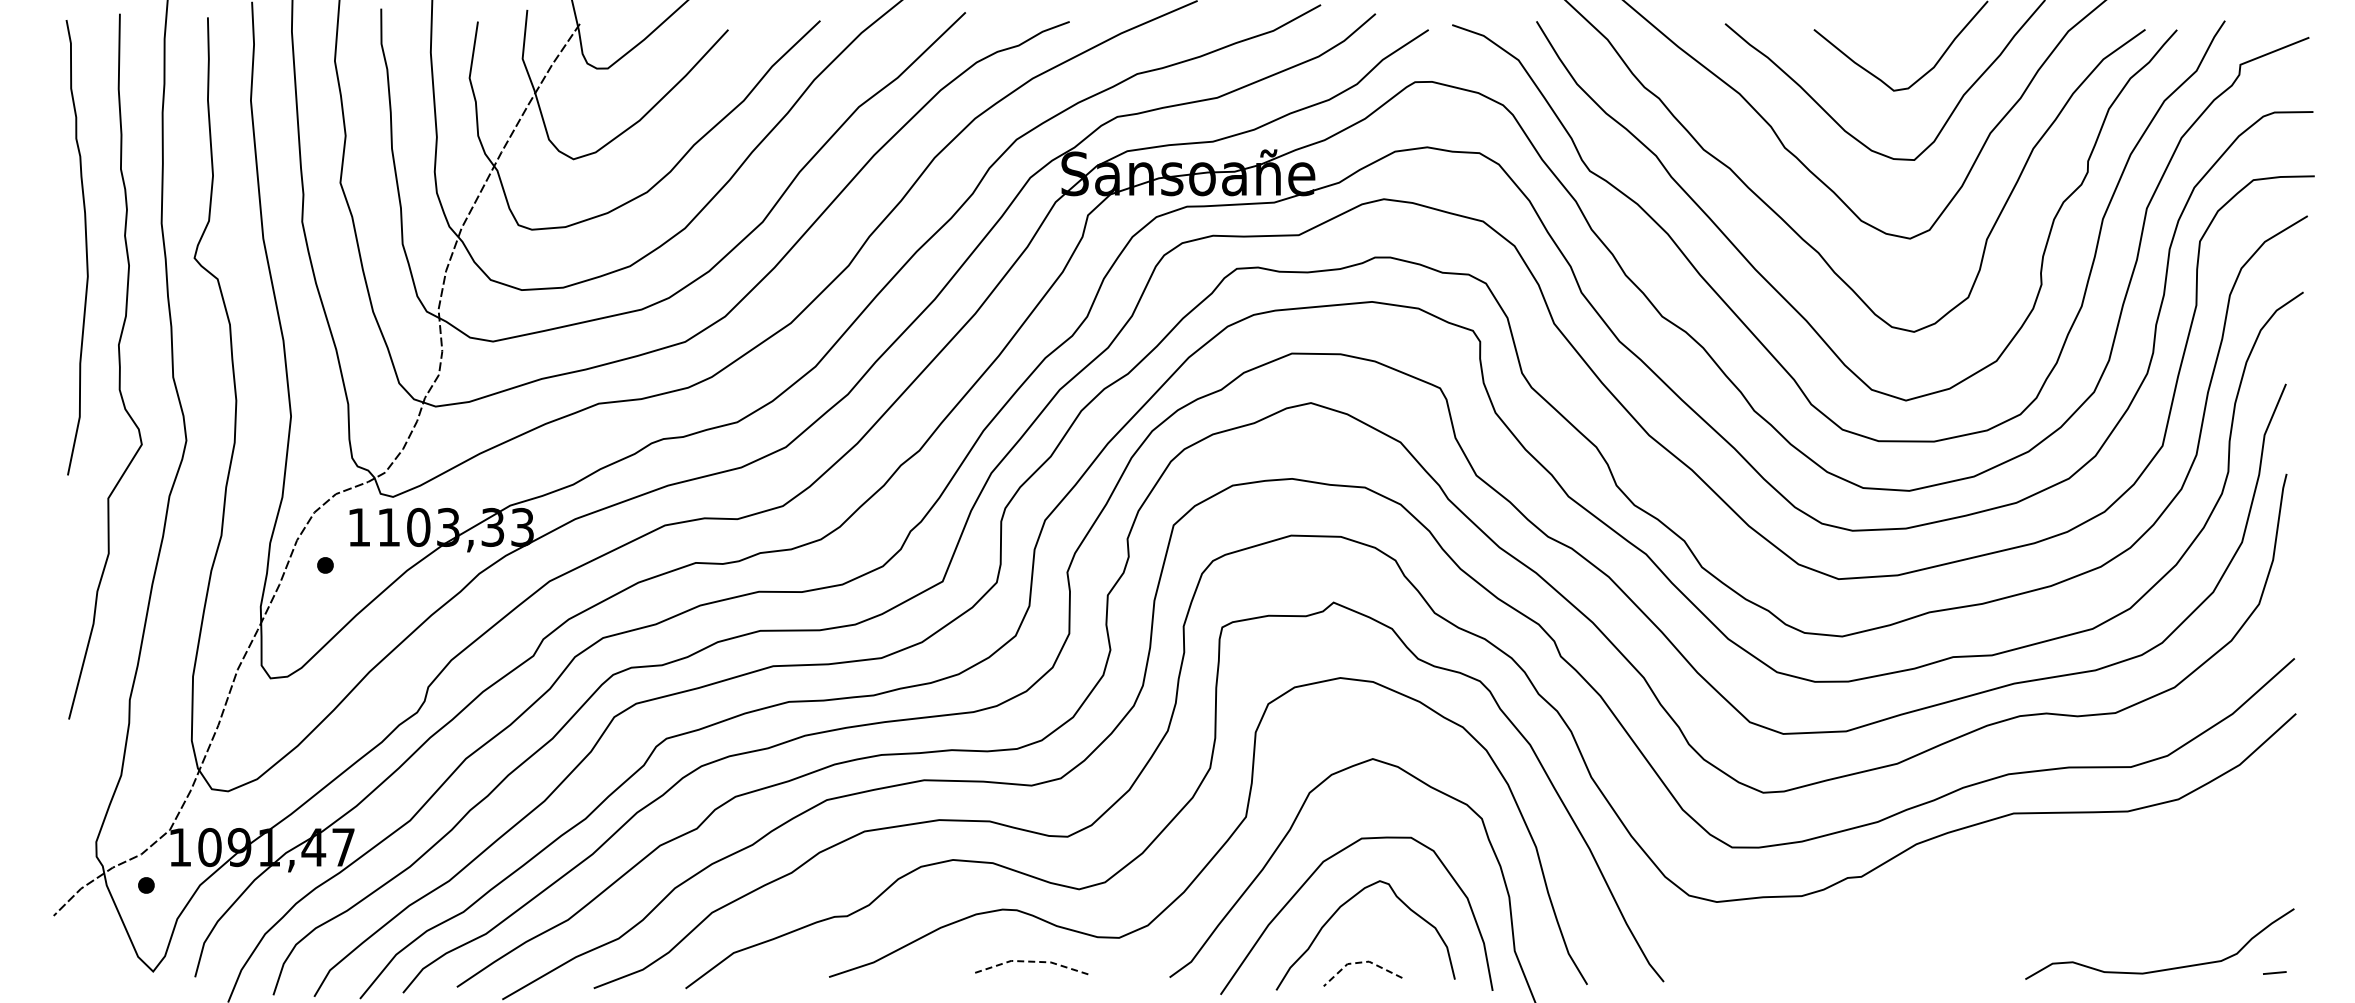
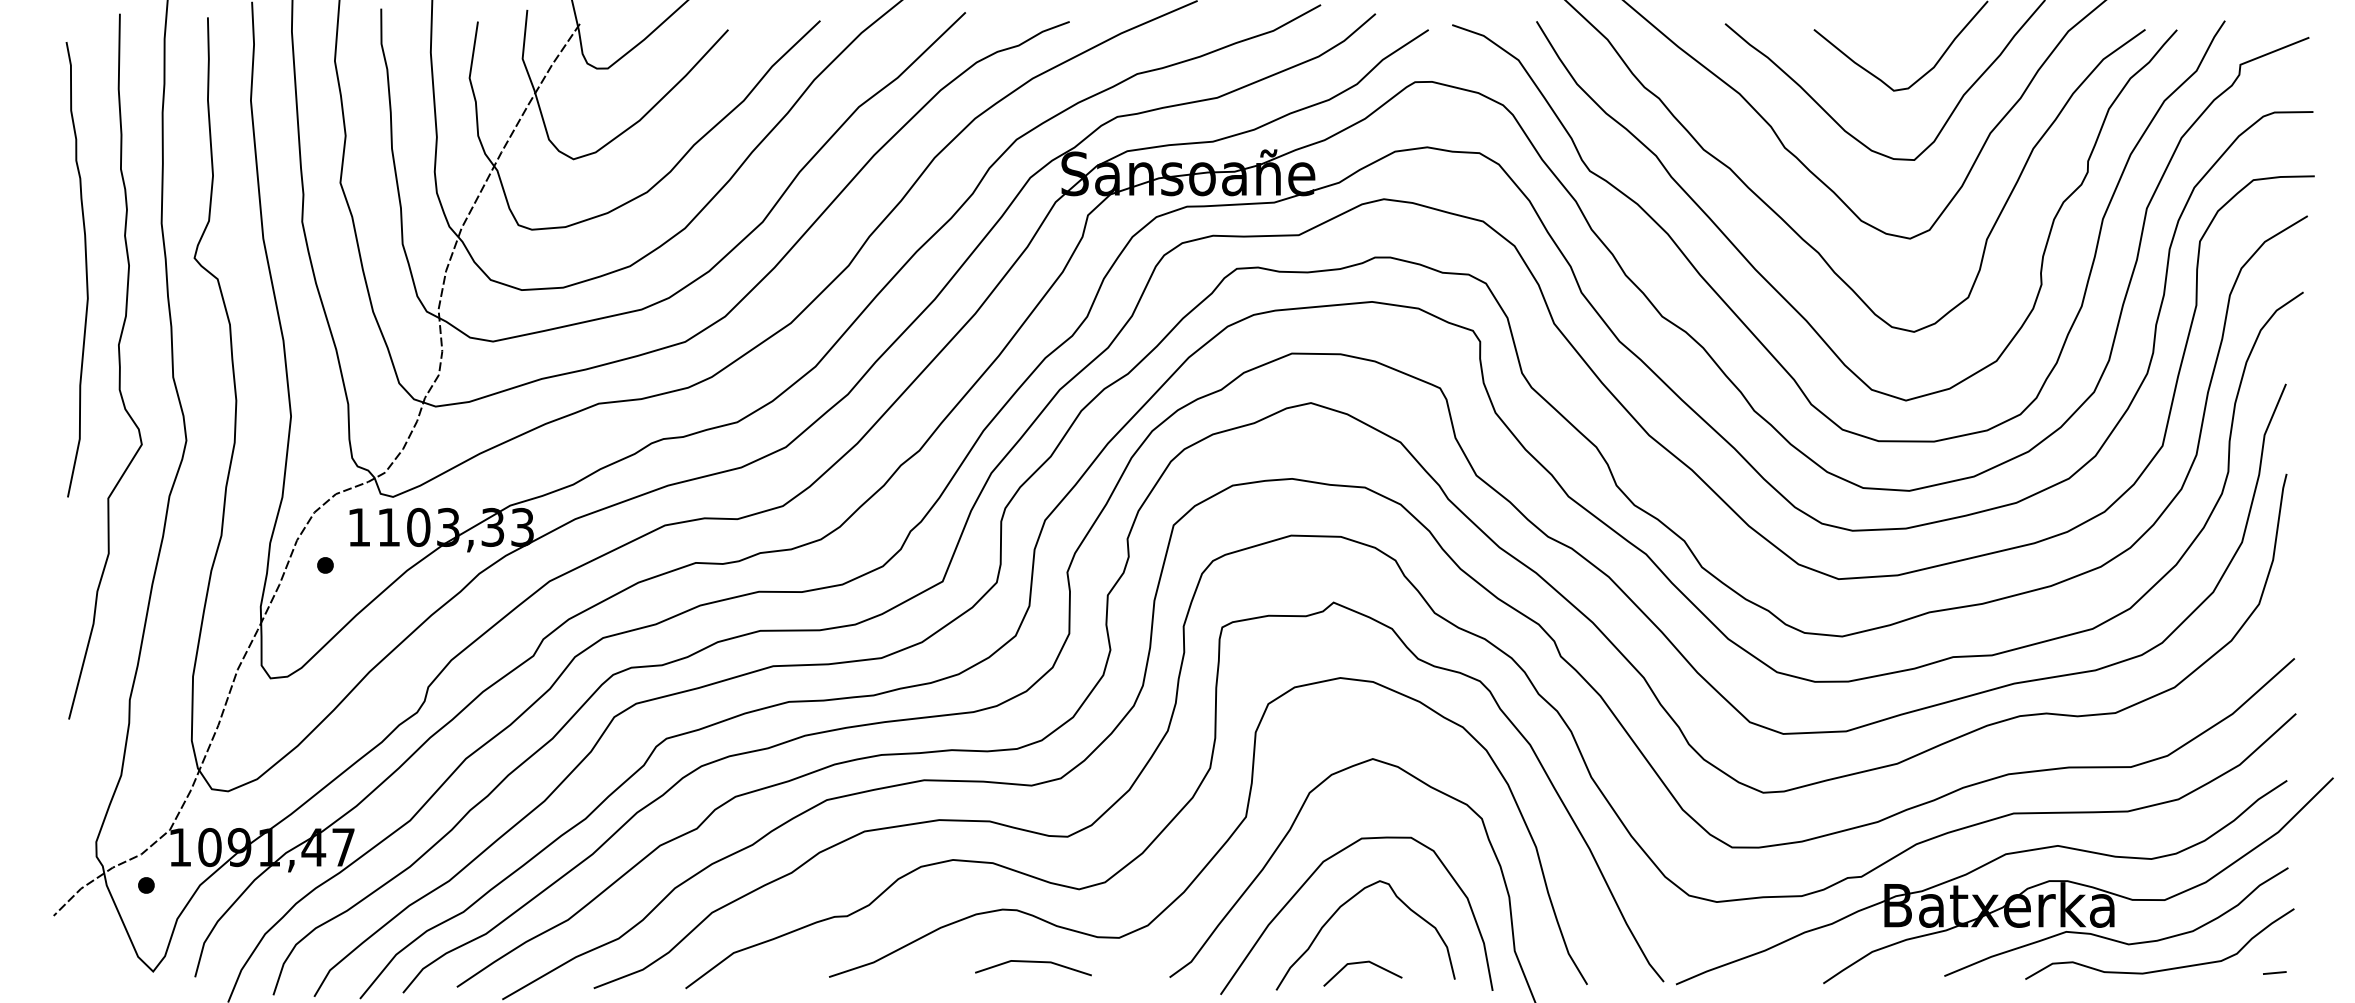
curve at (85, 247) position: (85, 247) -> (85, 269)
part at (1998, 894): none -> present
line at (1033, 961): dashed -> solid
line at (1360, 962): dashed -> solid
